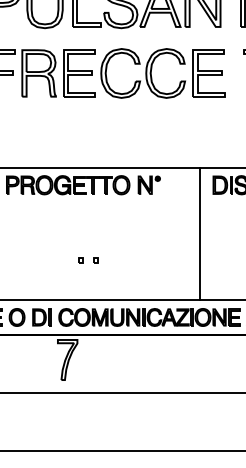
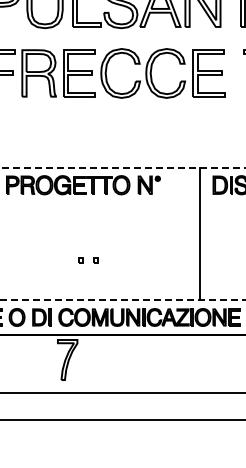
line at (123, 168): solid -> dashed
line at (123, 299): solid -> dashed
line at (122, 450) position: (122, 450) -> (122, 419)
